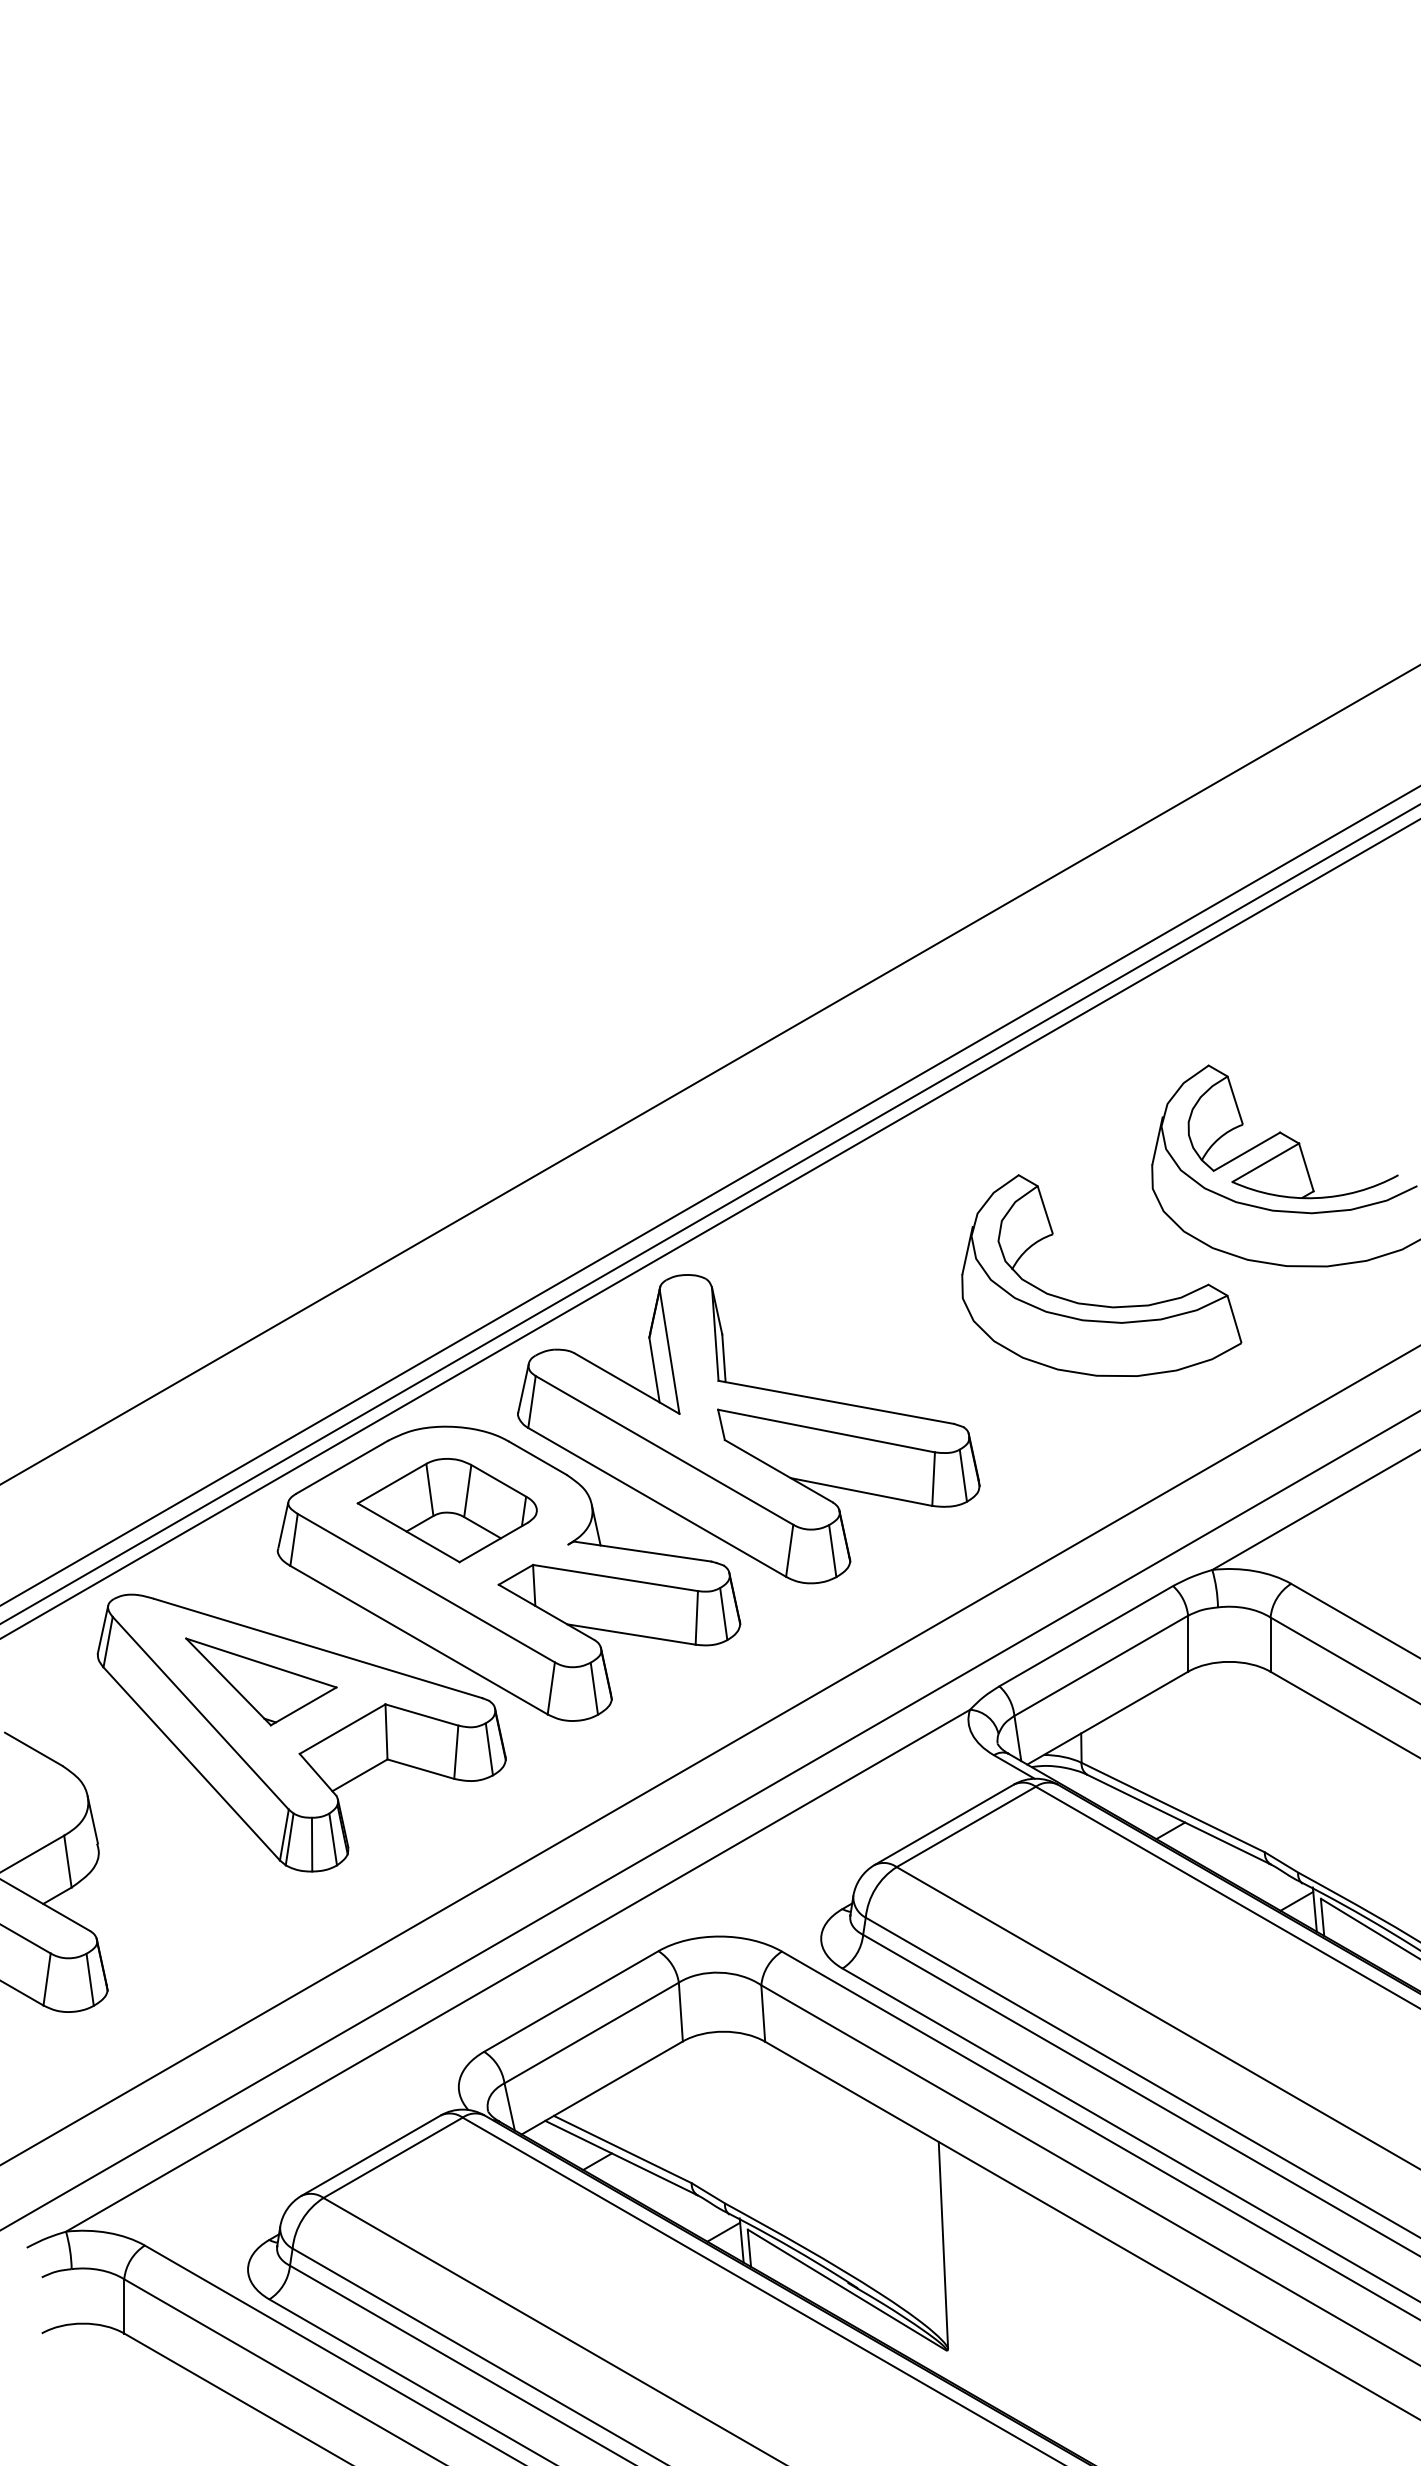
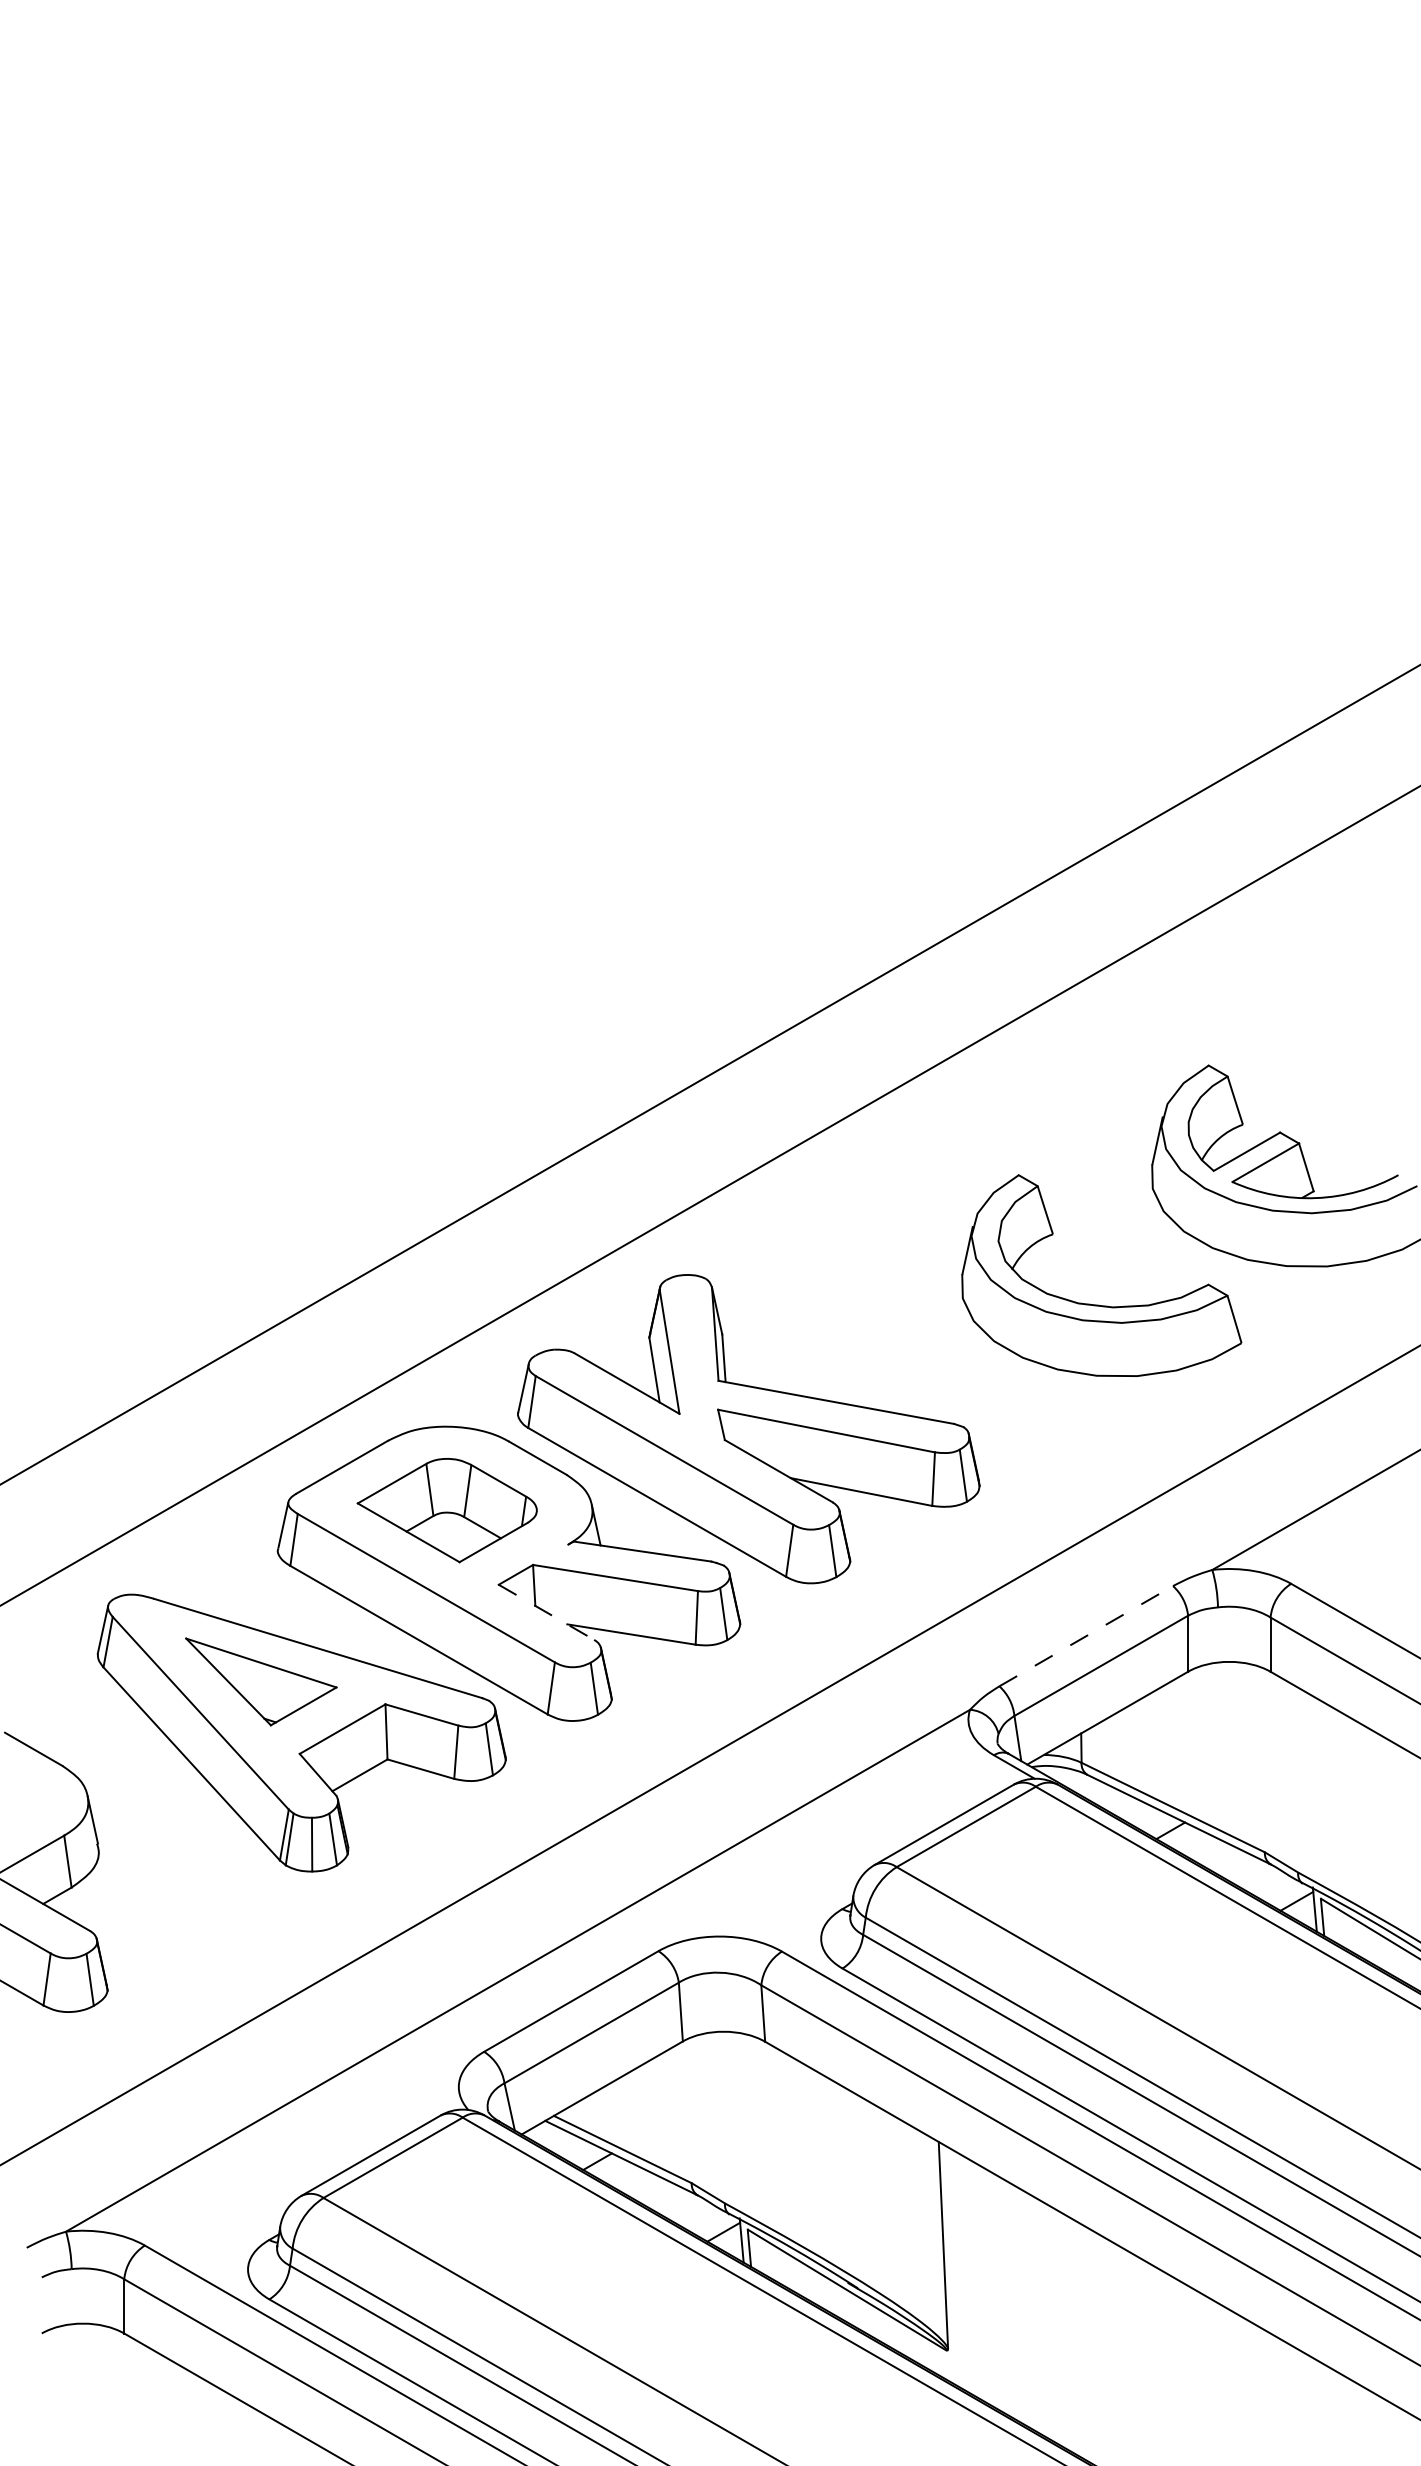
line at (709, 1214): present -> none
line at (709, 1228): present -> none
line at (546, 1612): solid -> dashed
line at (1086, 1635): solid -> dashed
line at (709, 1820): present -> none
